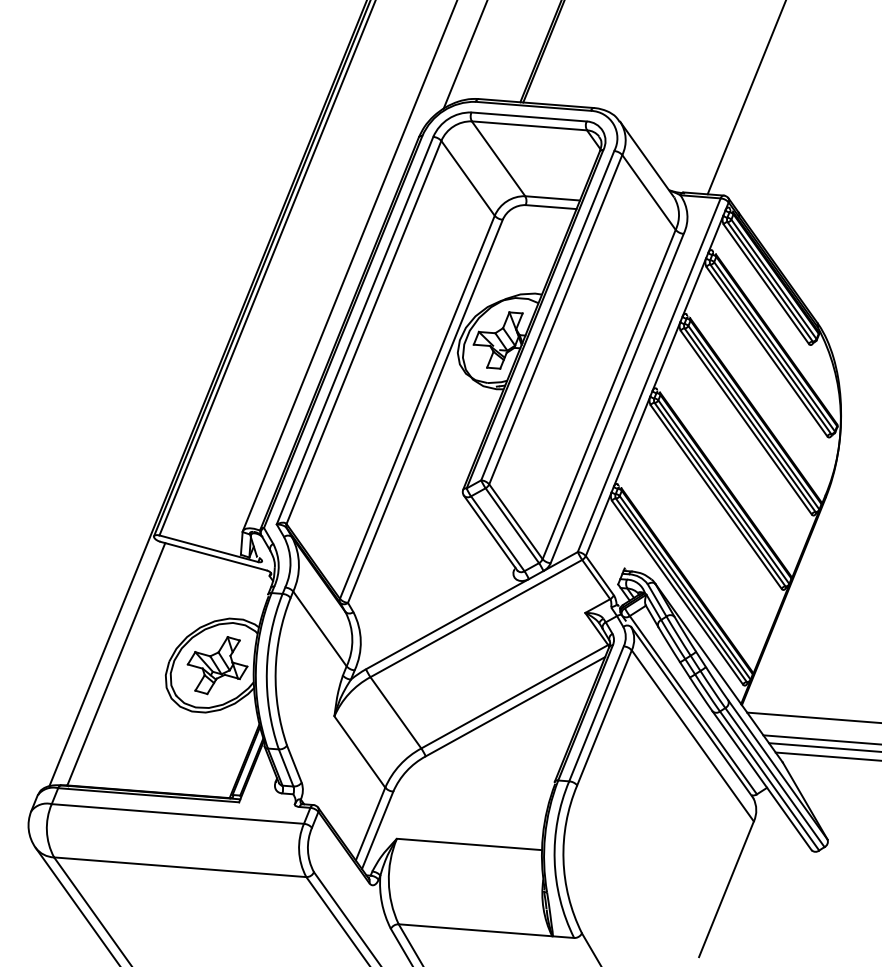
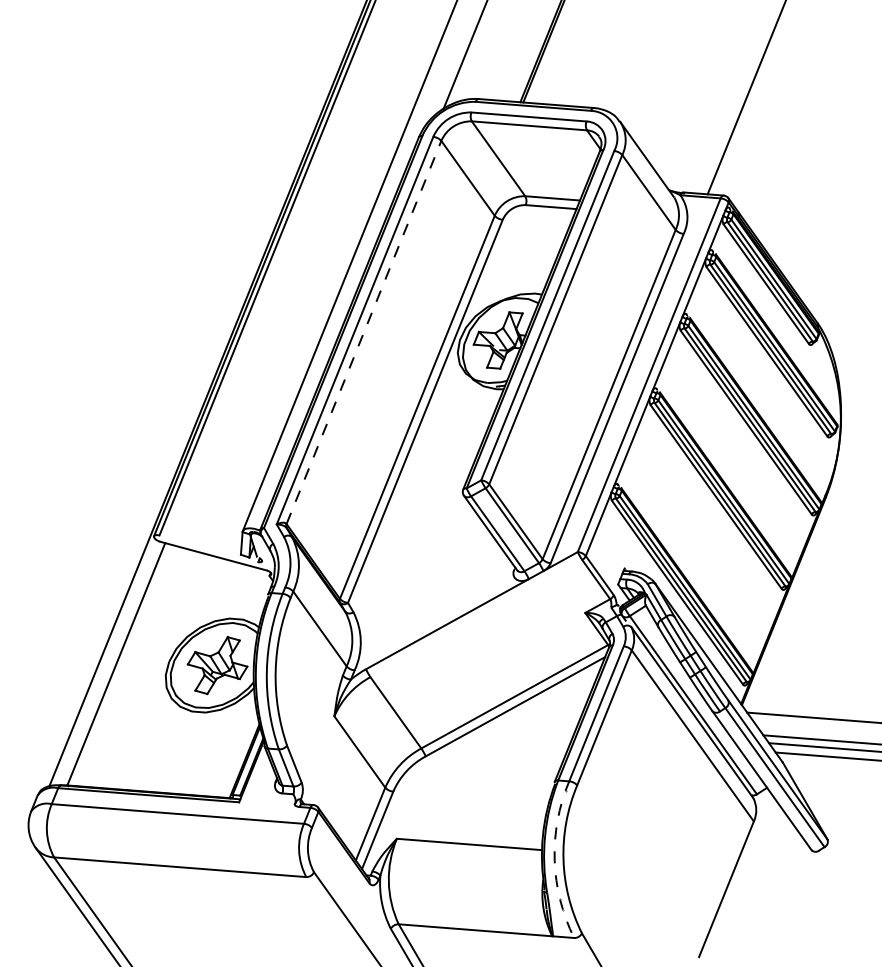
line at (363, 332): solid -> dashed
line at (208, 548): present -> none
line at (476, 618): present -> none
line at (769, 780): present -> none
arc at (554, 860): solid -> dashed
line at (336, 920): present -> none
